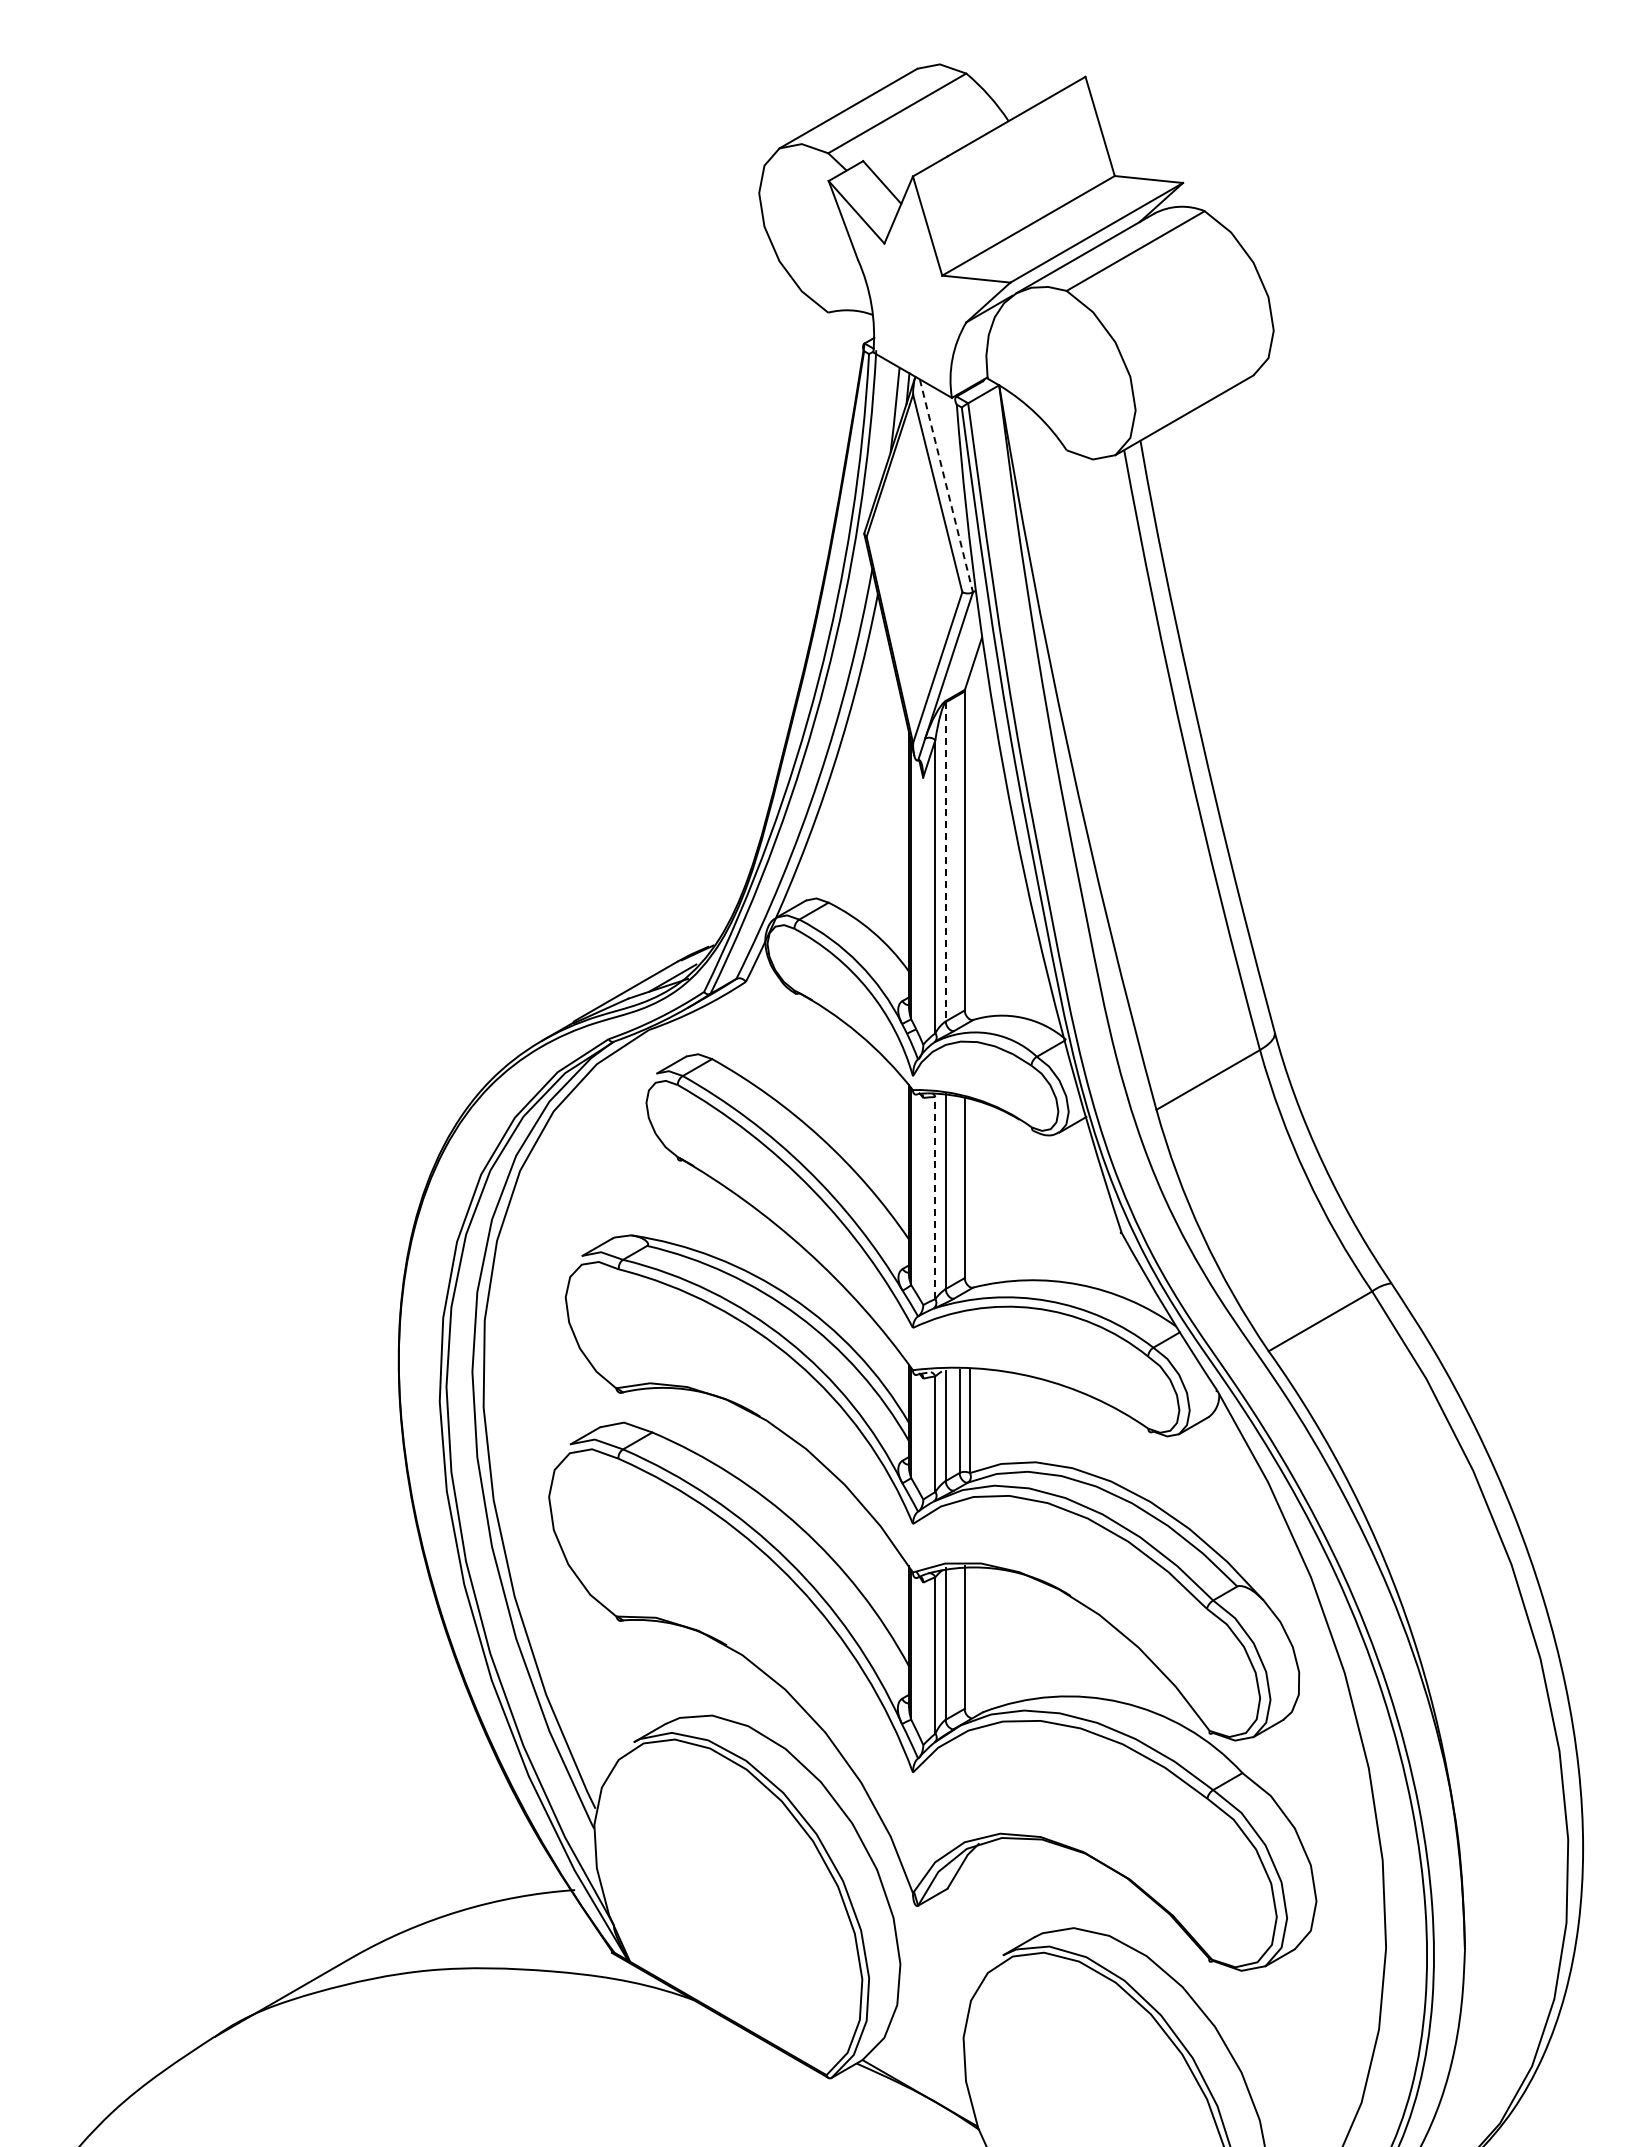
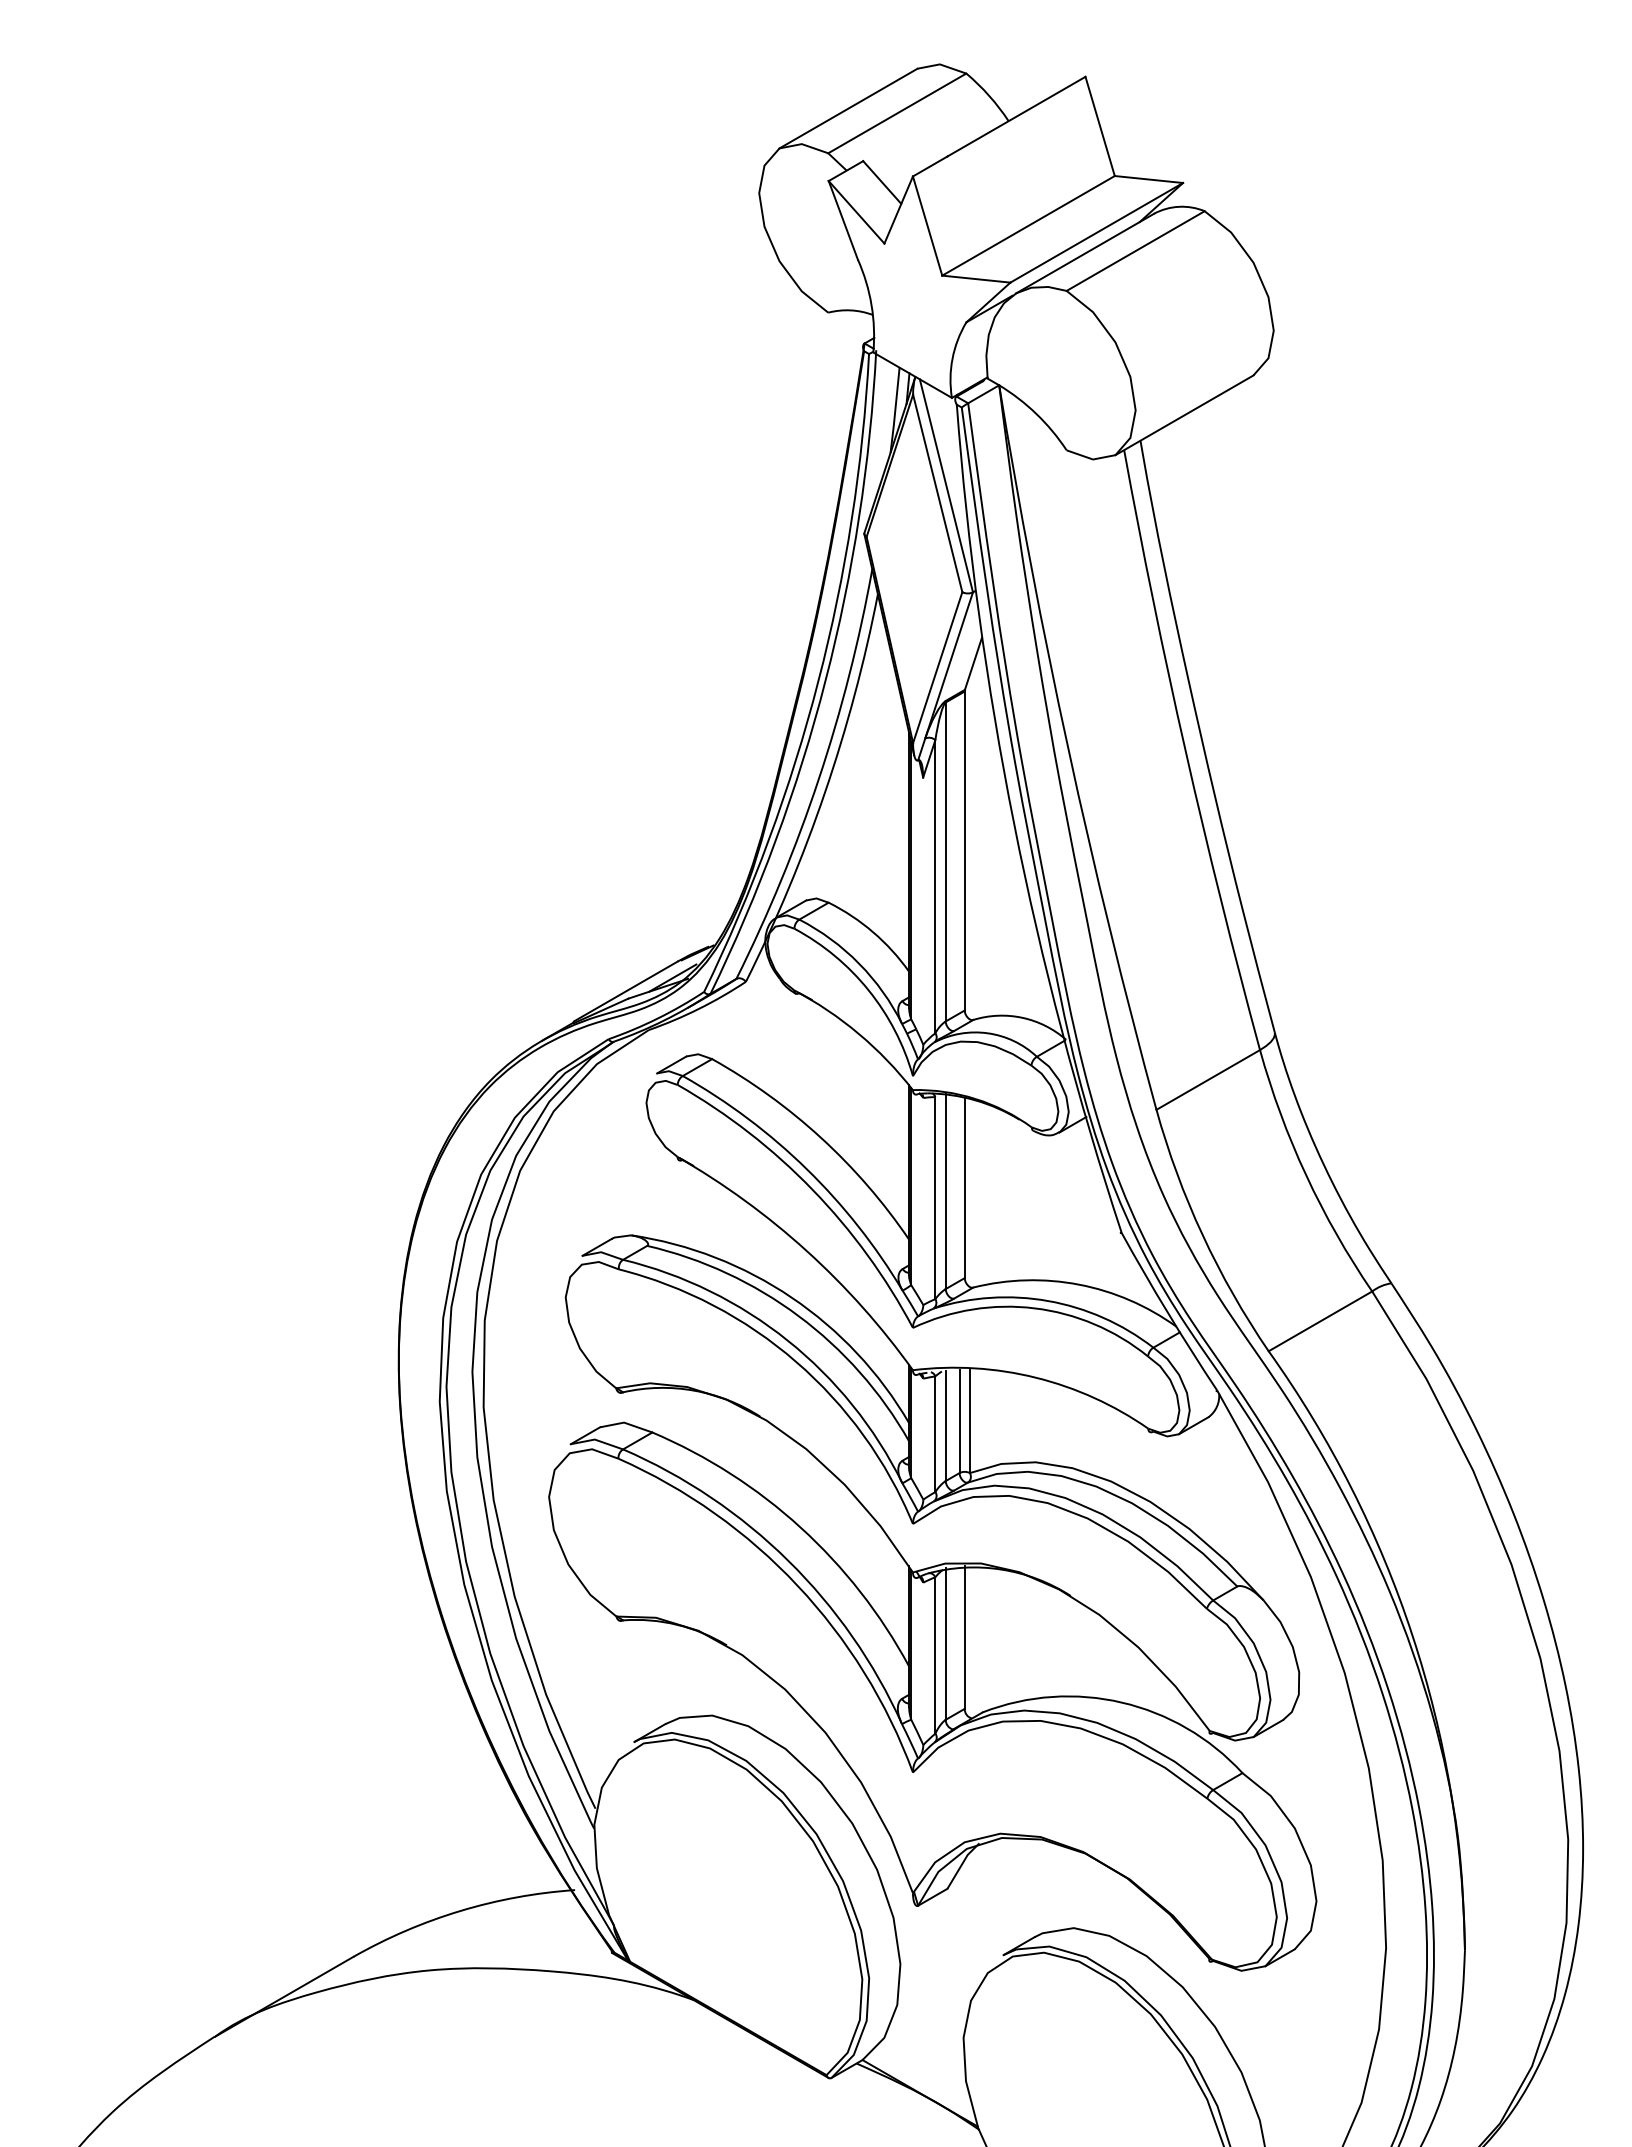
line at (946, 485): dashed -> solid
line at (945, 862): dashed -> solid
line at (935, 1197): dashed -> solid
